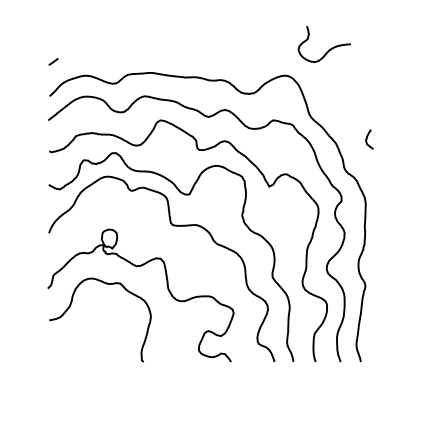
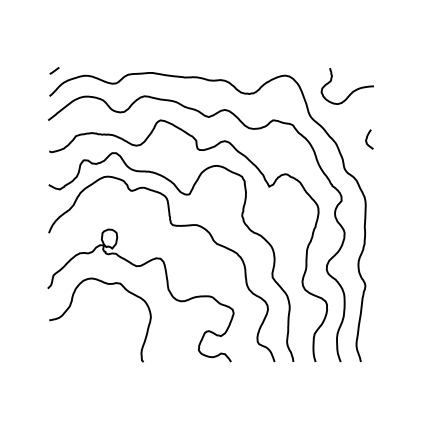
curve at (329, 49) position: (329, 49) -> (352, 91)
line at (53, 61) position: (53, 61) -> (54, 70)
